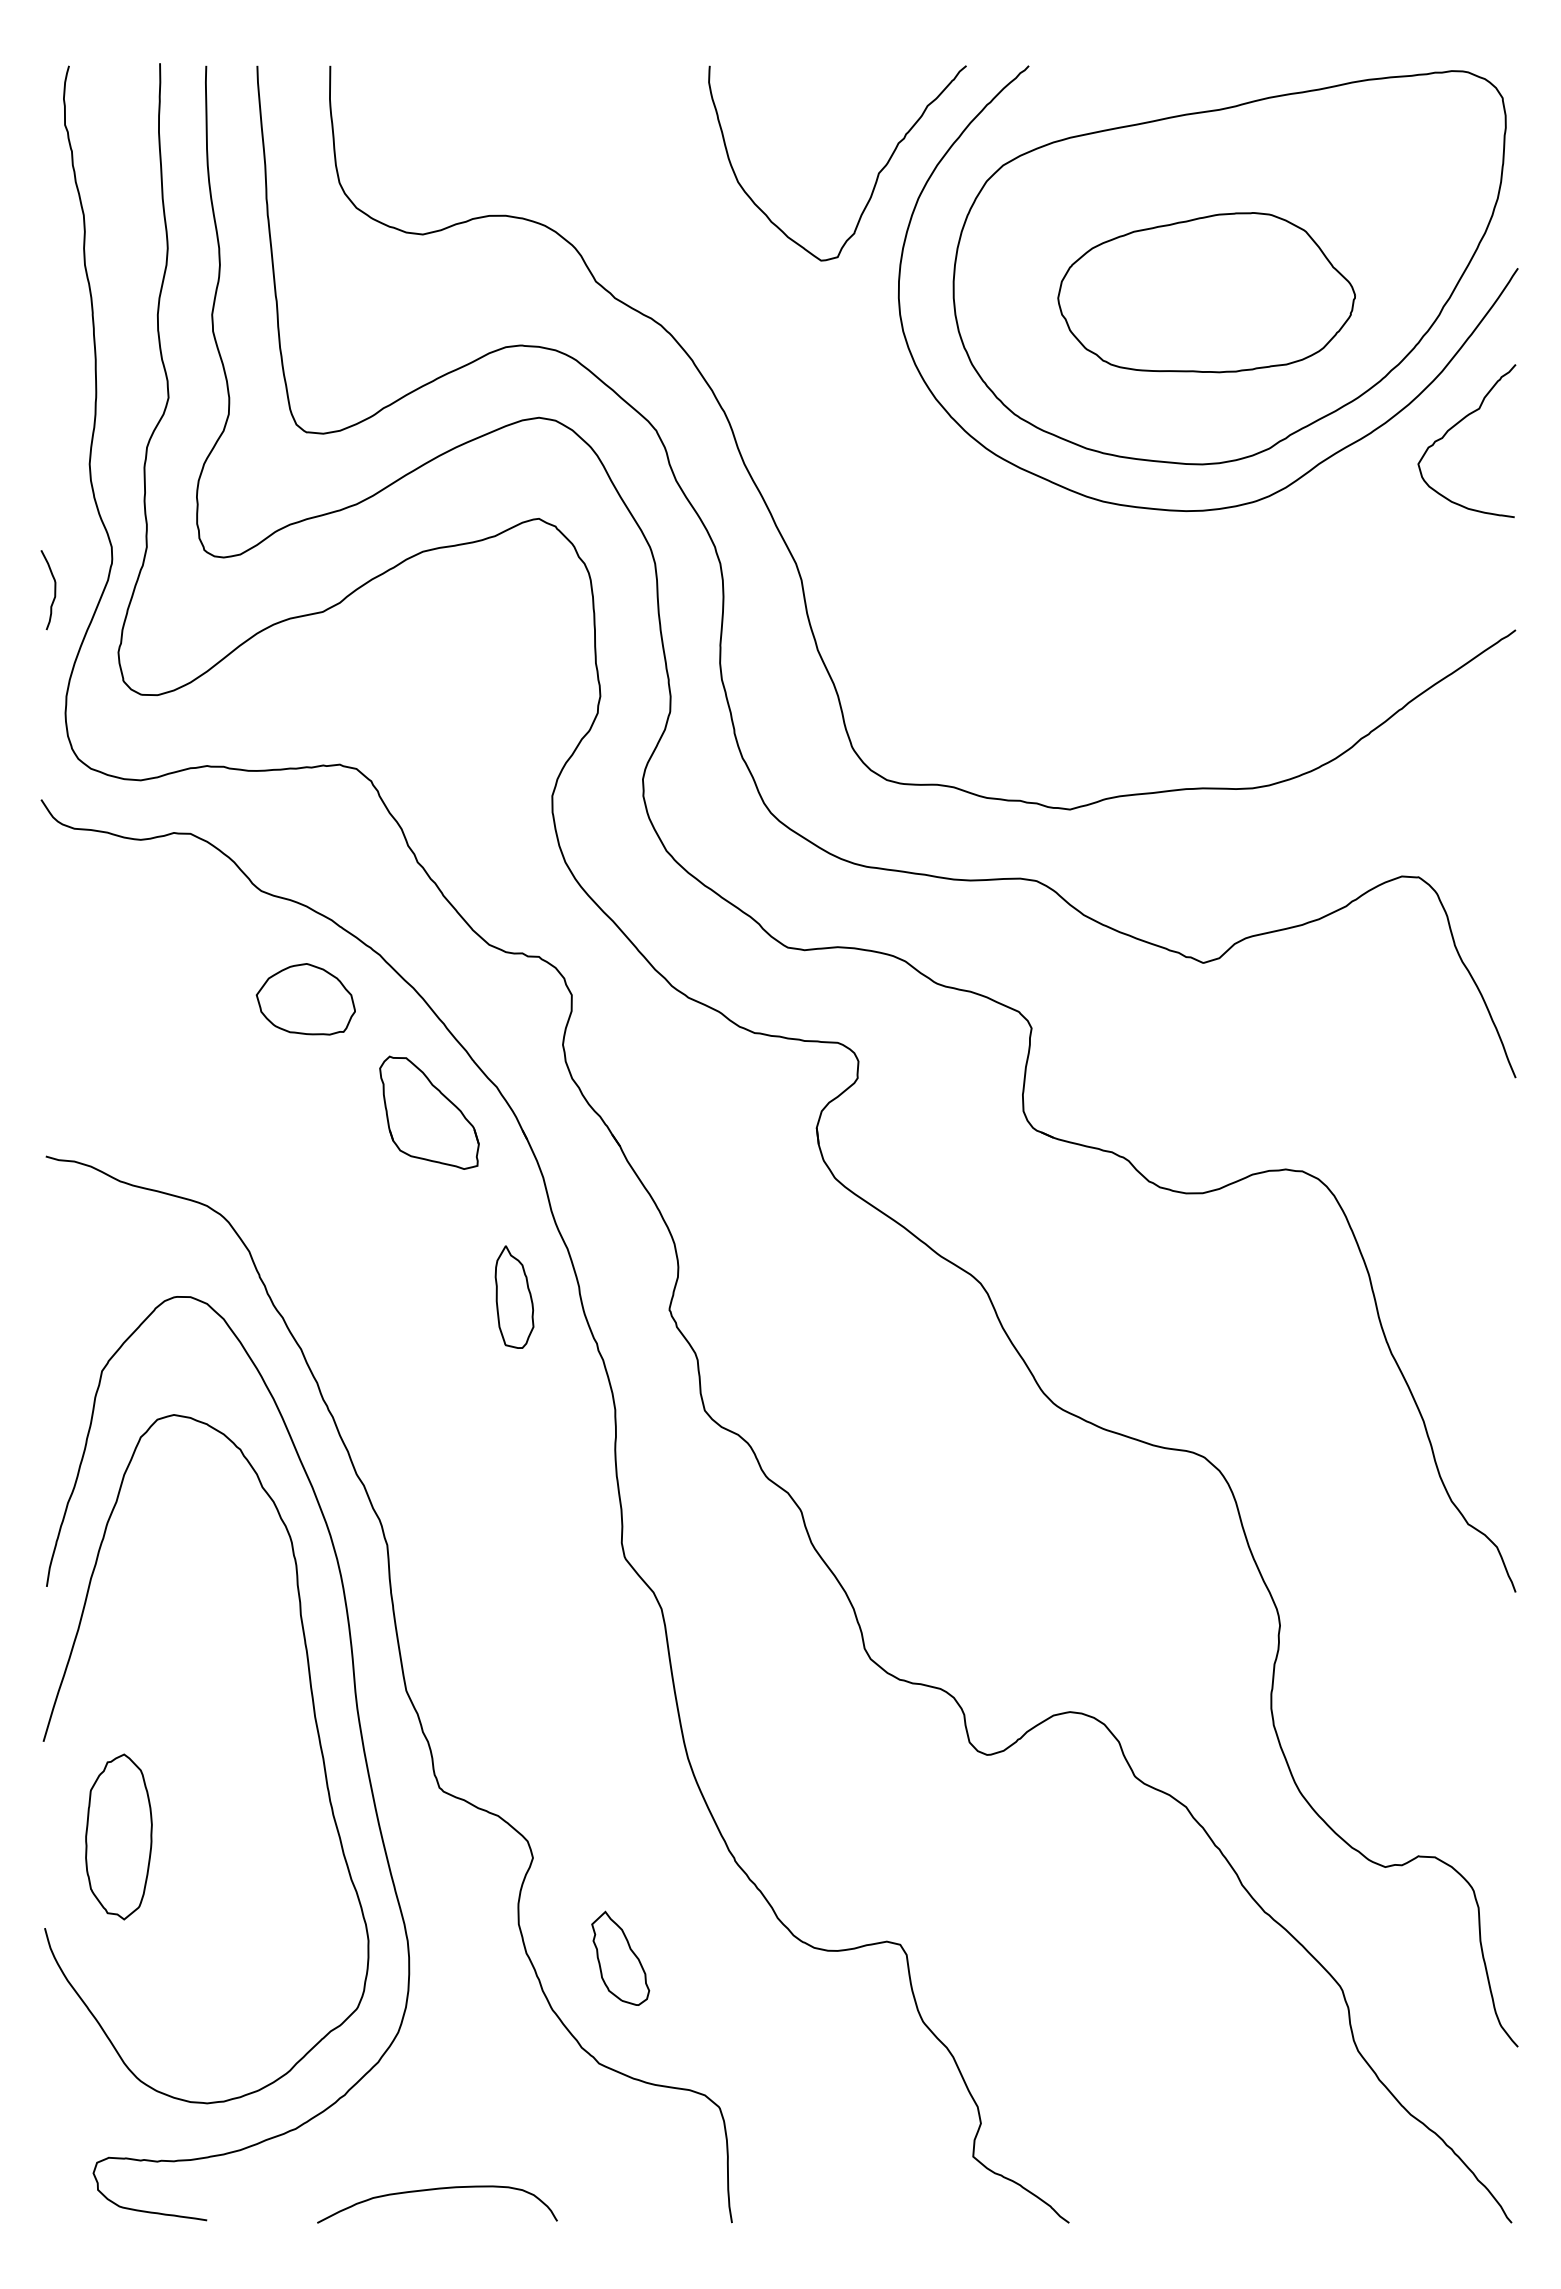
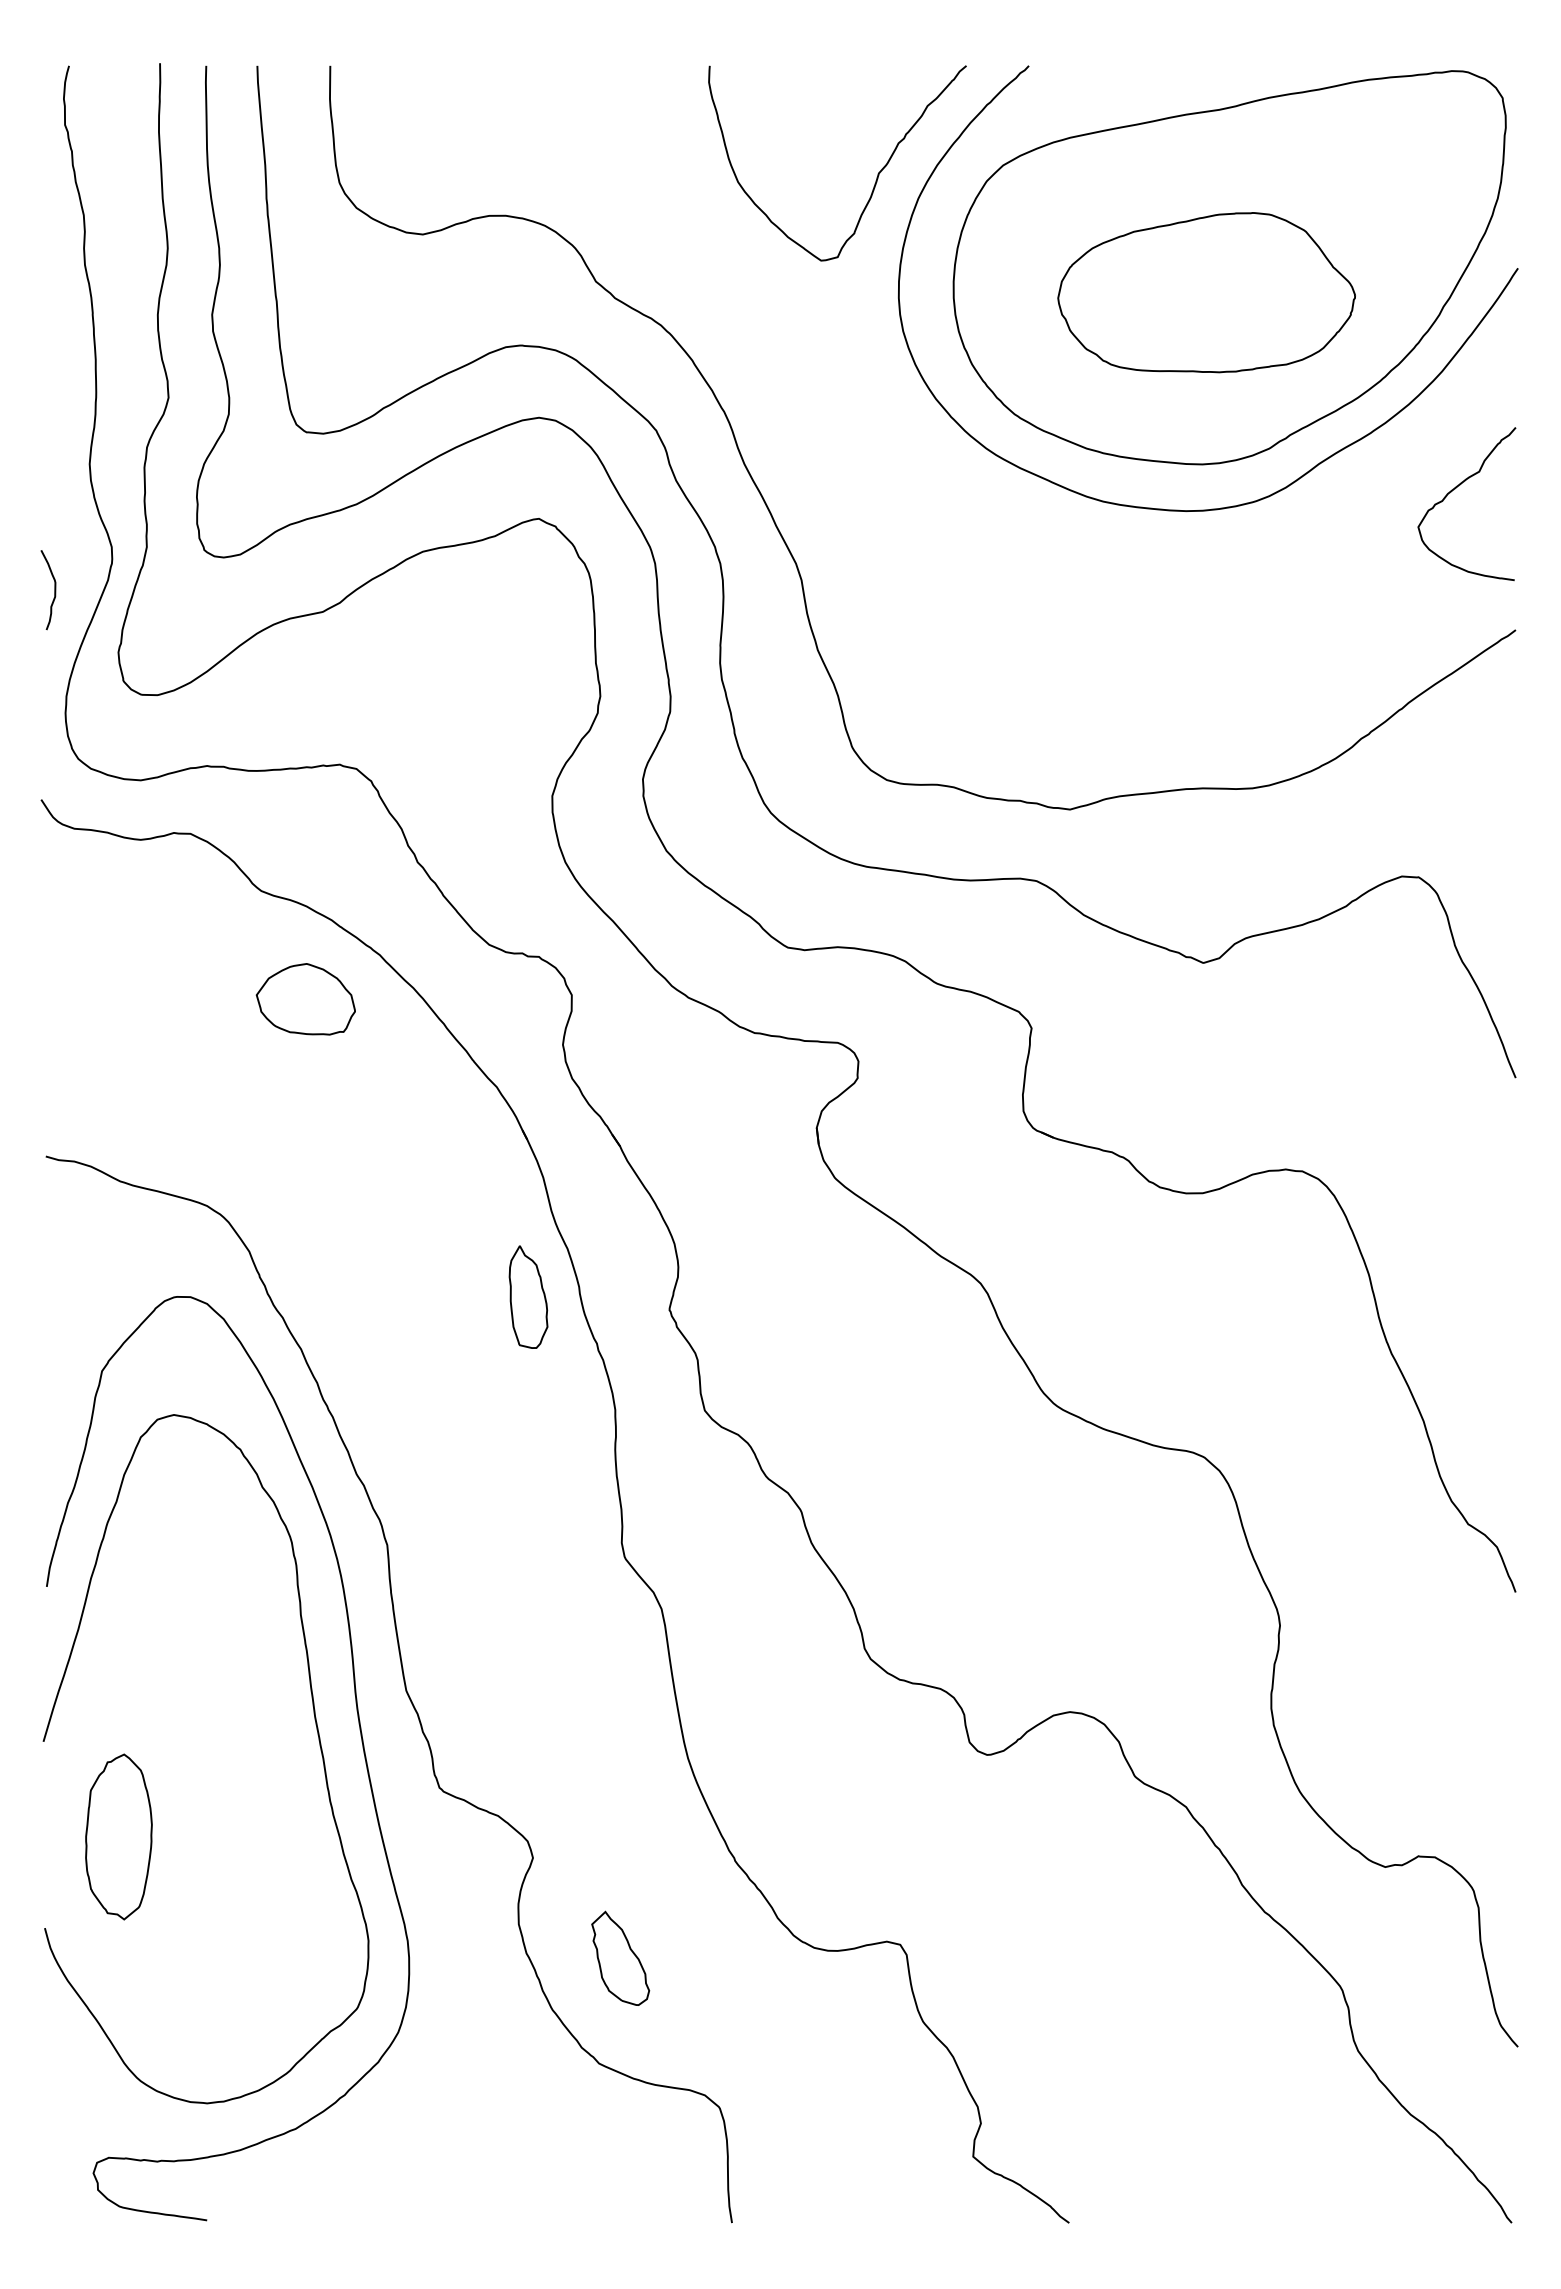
curve at (1455, 426) position: (1455, 426) -> (1455, 489)
part at (429, 1112): present -> none
part at (514, 1296) position: (514, 1296) -> (528, 1296)
curve at (433, 2190): present -> none
